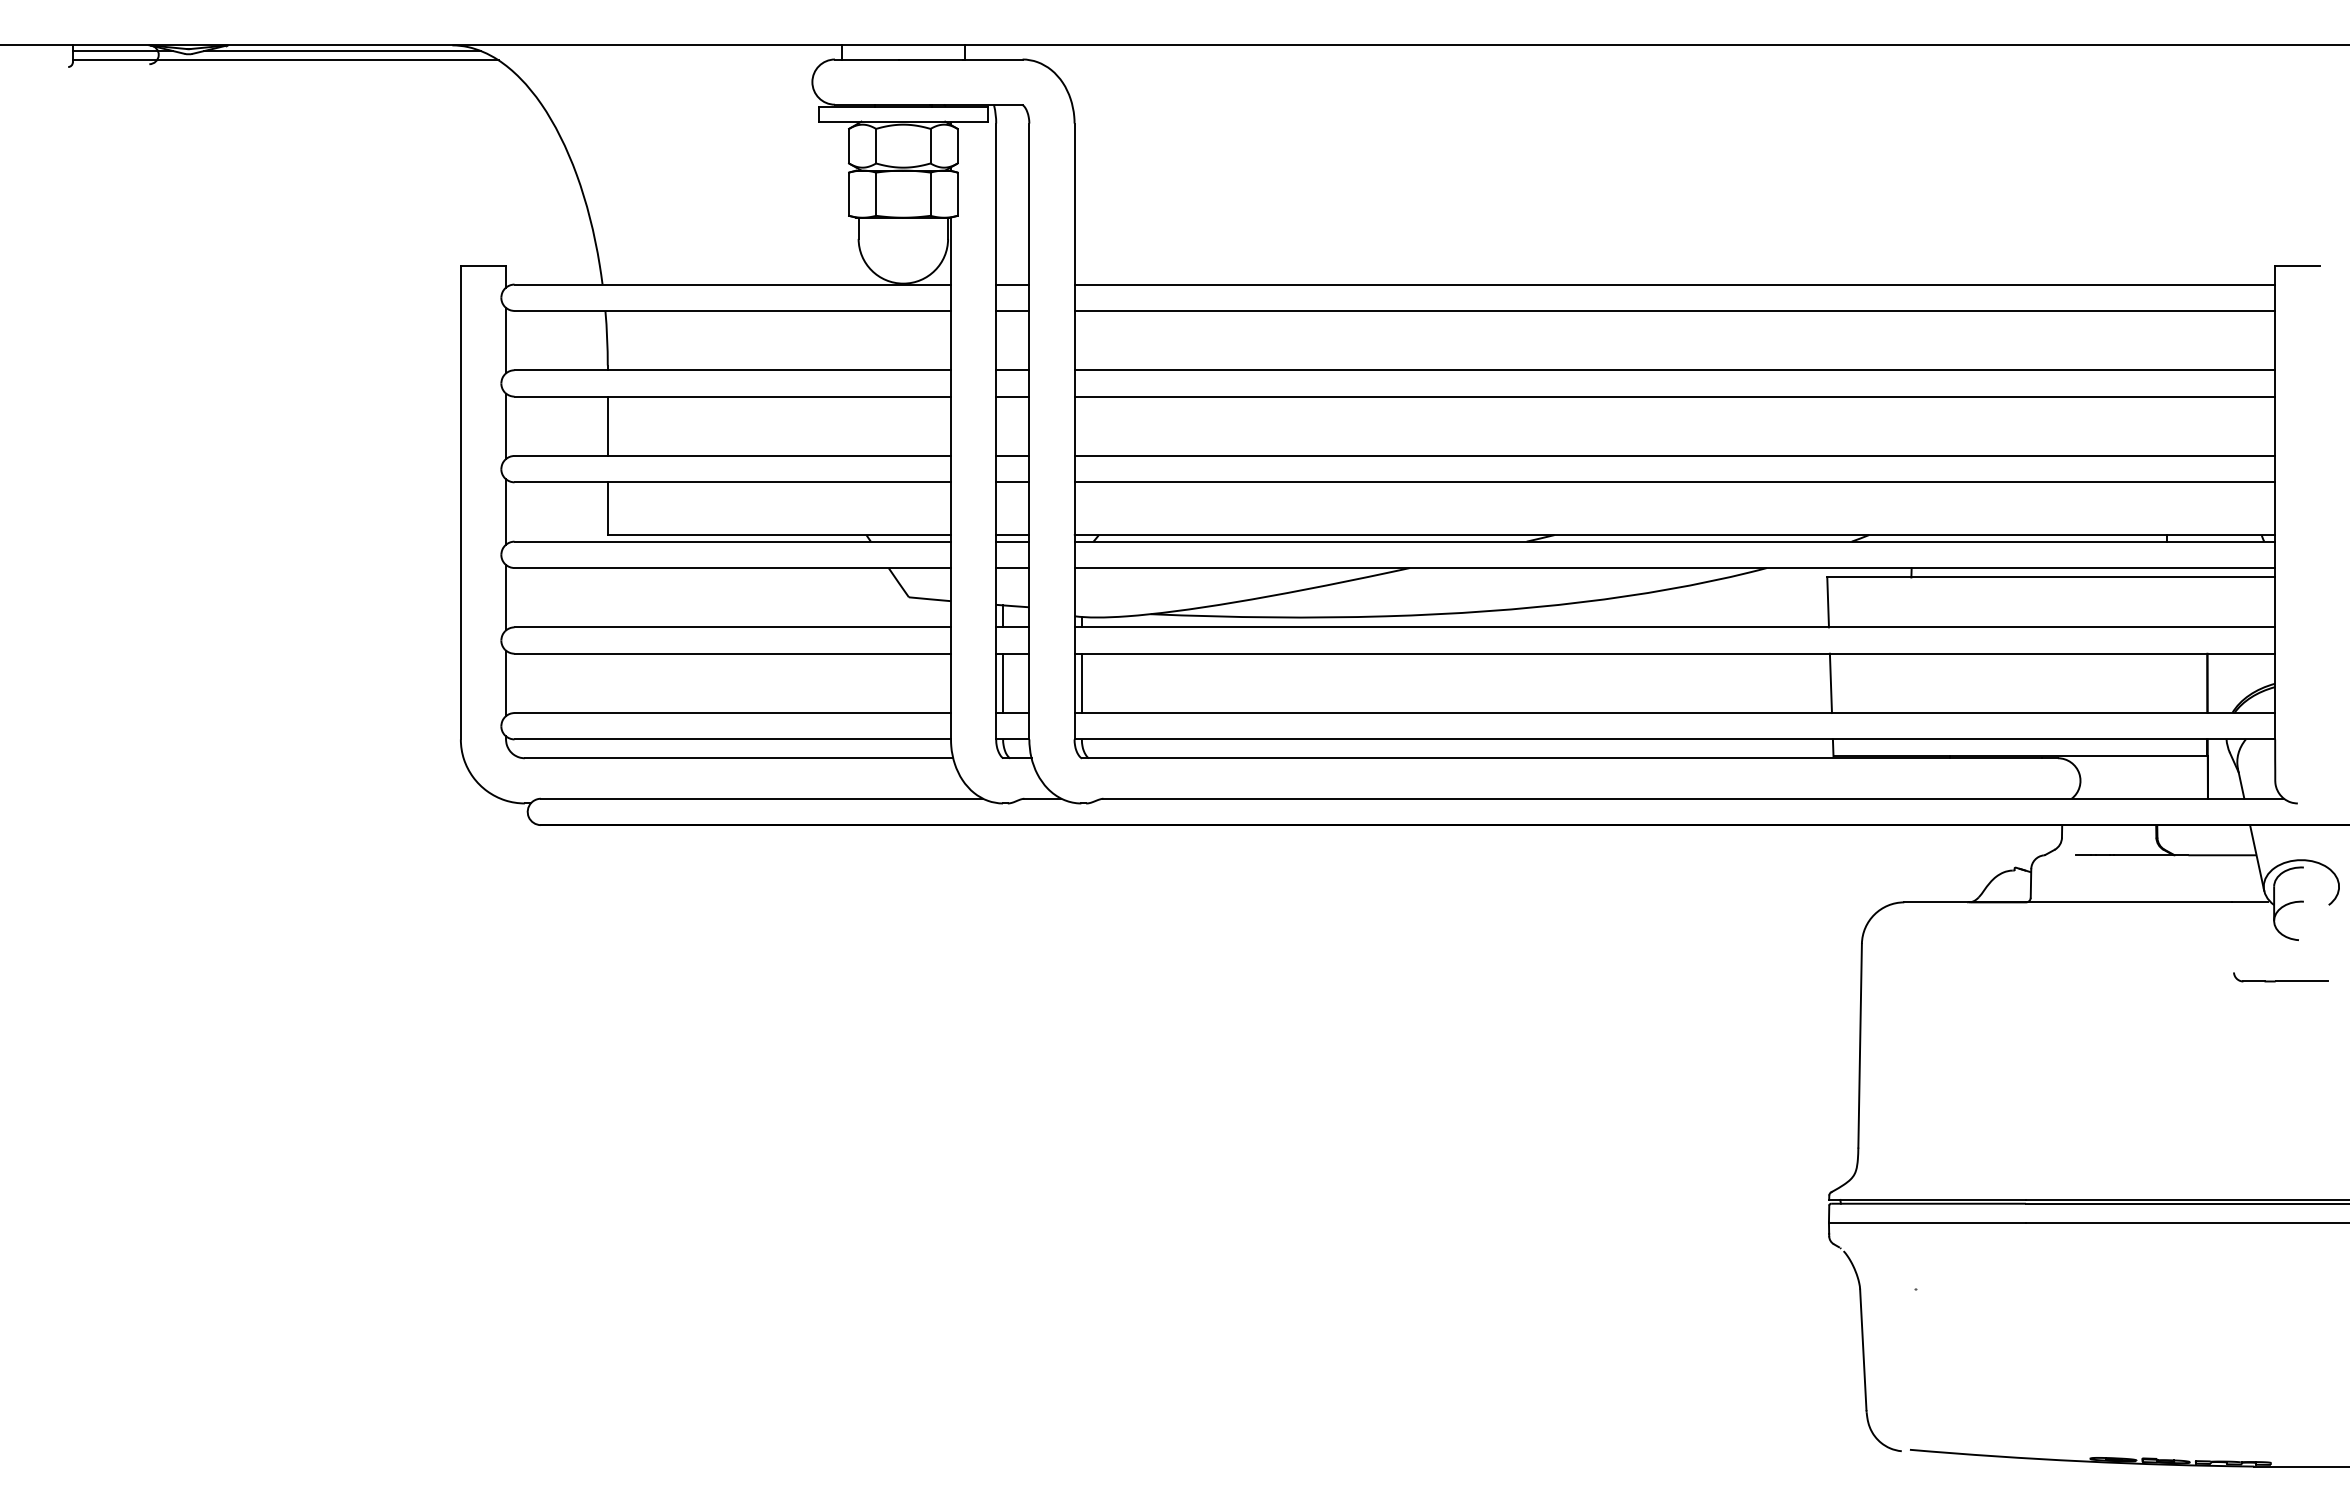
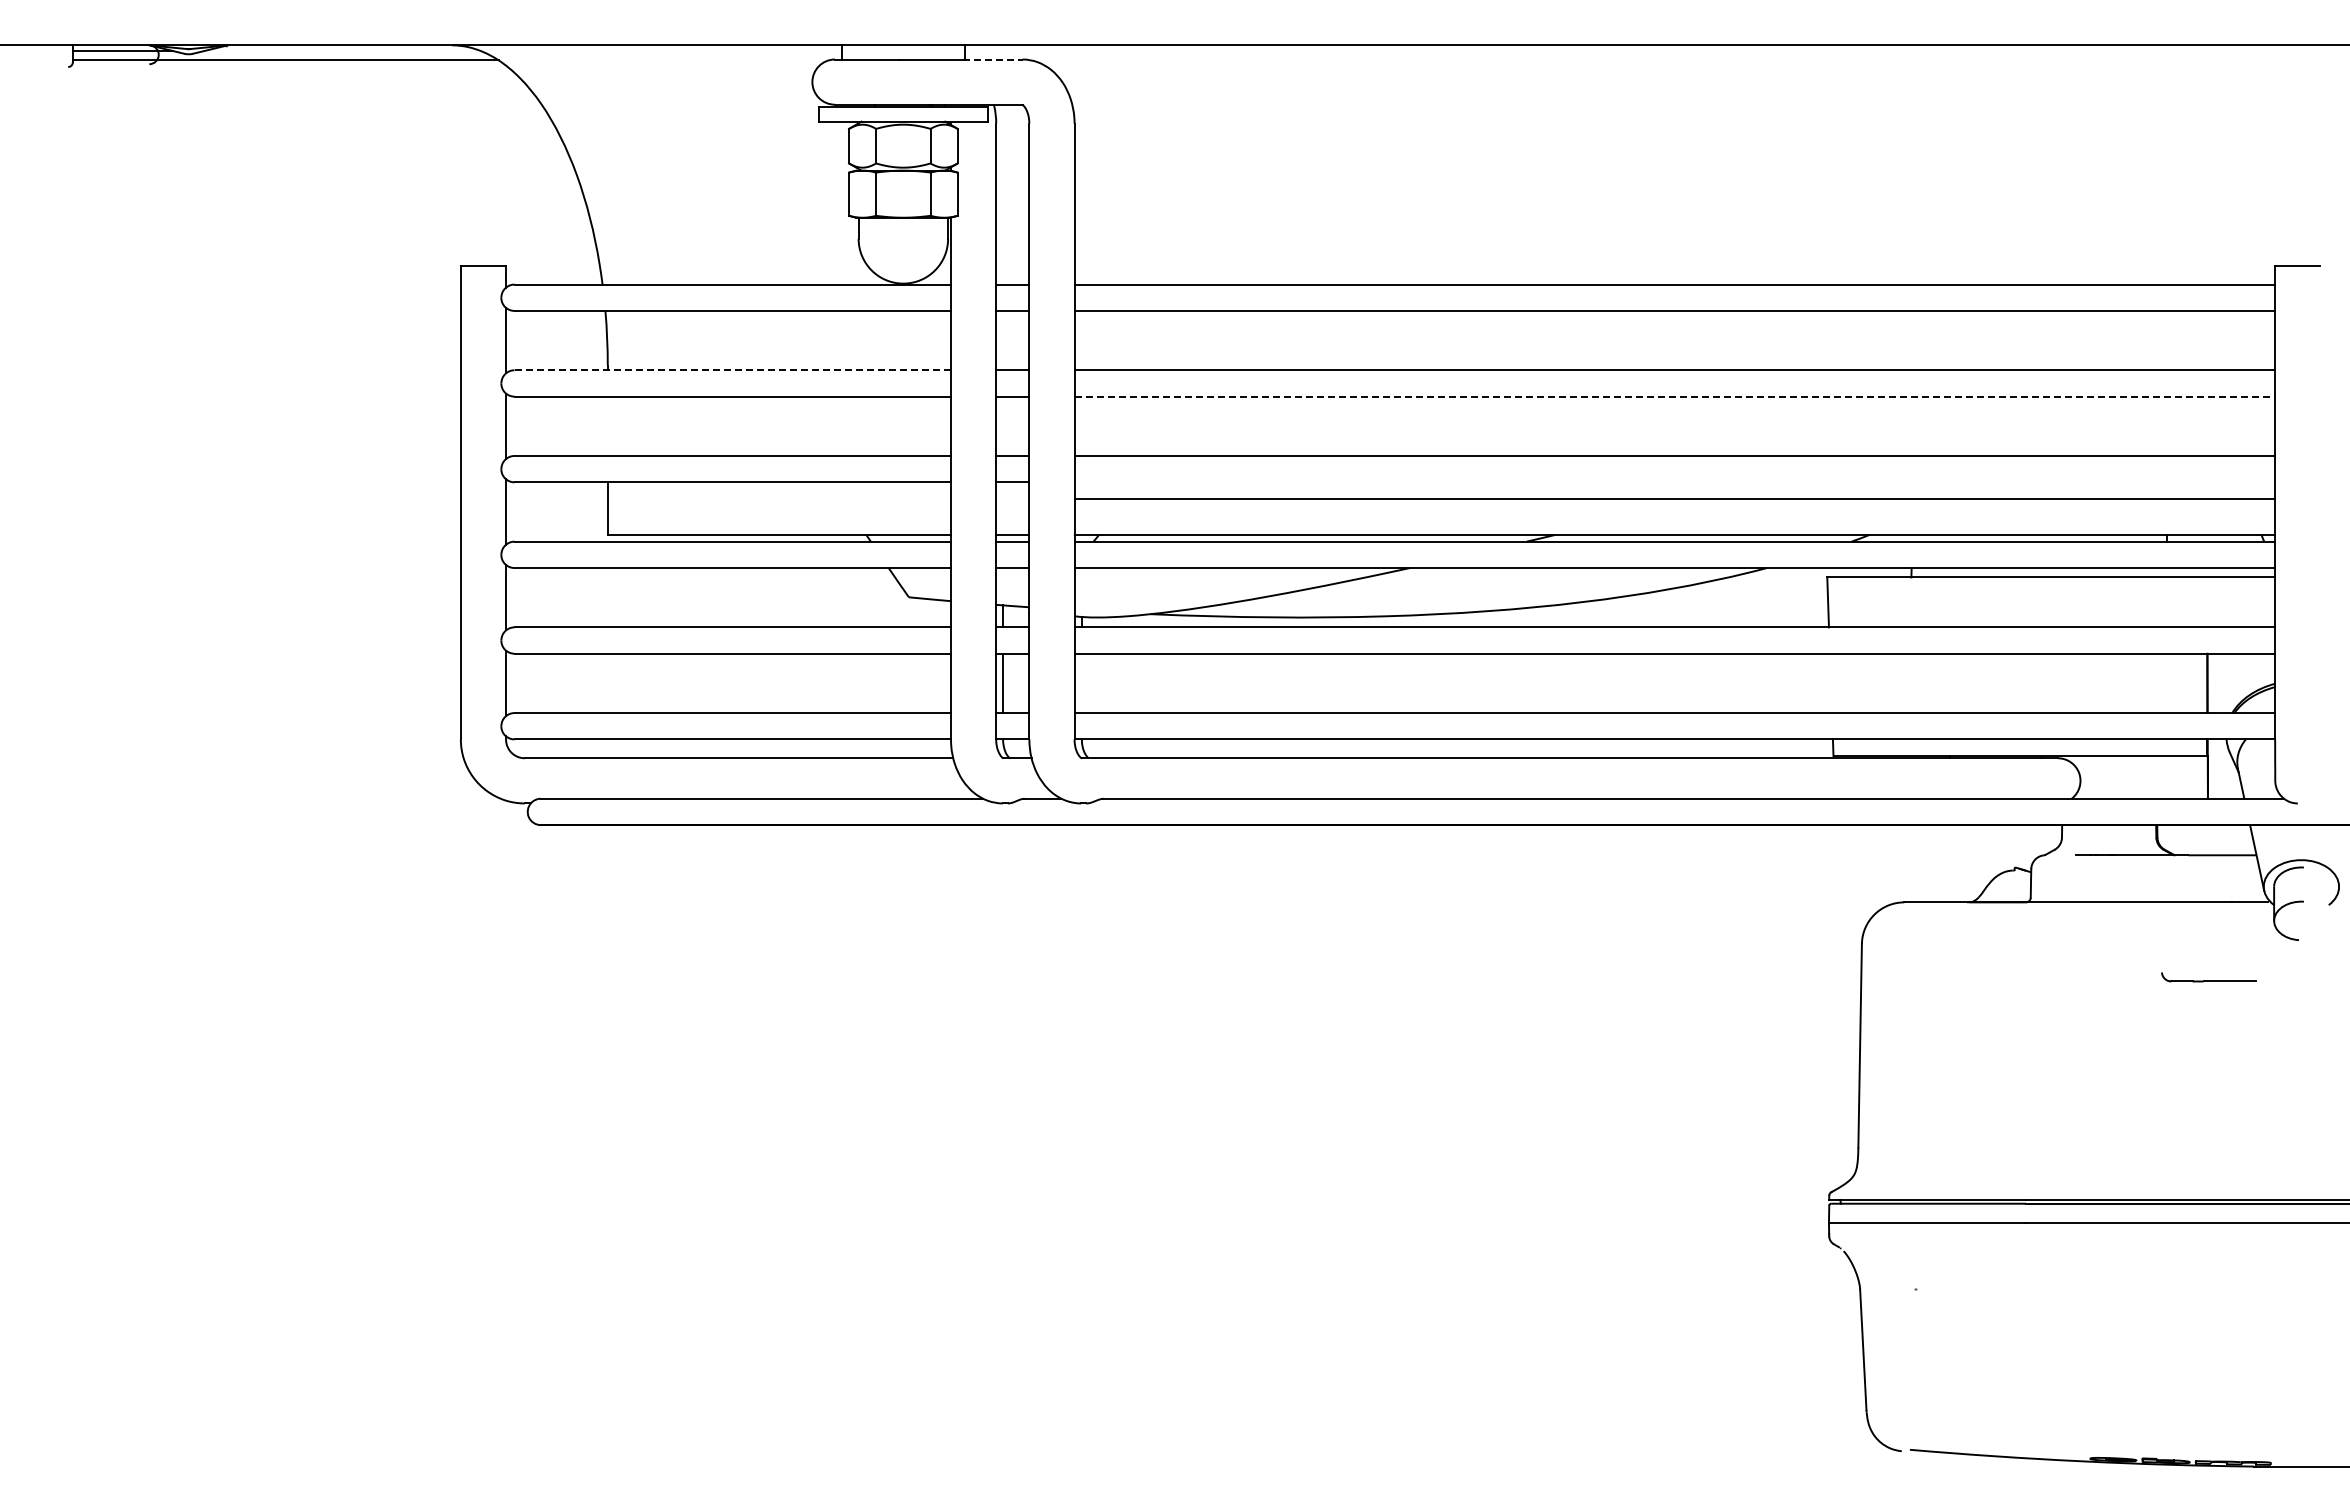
line at (342, 51): present -> none
line at (992, 59): solid -> dashed
line at (732, 370): solid -> dashed
line at (1675, 396): solid -> dashed
line at (607, 425): present -> none
line at (1674, 482) position: (1674, 482) -> (1674, 499)
line at (1081, 683): present -> none
line at (1830, 683): present -> none
part at (2280, 977) position: (2280, 977) -> (2208, 977)
